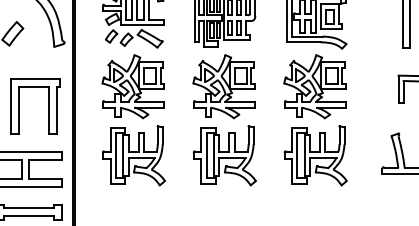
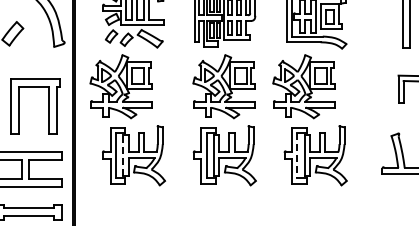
part at (132, 86) position: (132, 86) -> (120, 86)
part at (314, 86) position: (314, 86) -> (303, 86)
line at (123, 155): solid -> dashed
line at (297, 156): solid -> dashed
